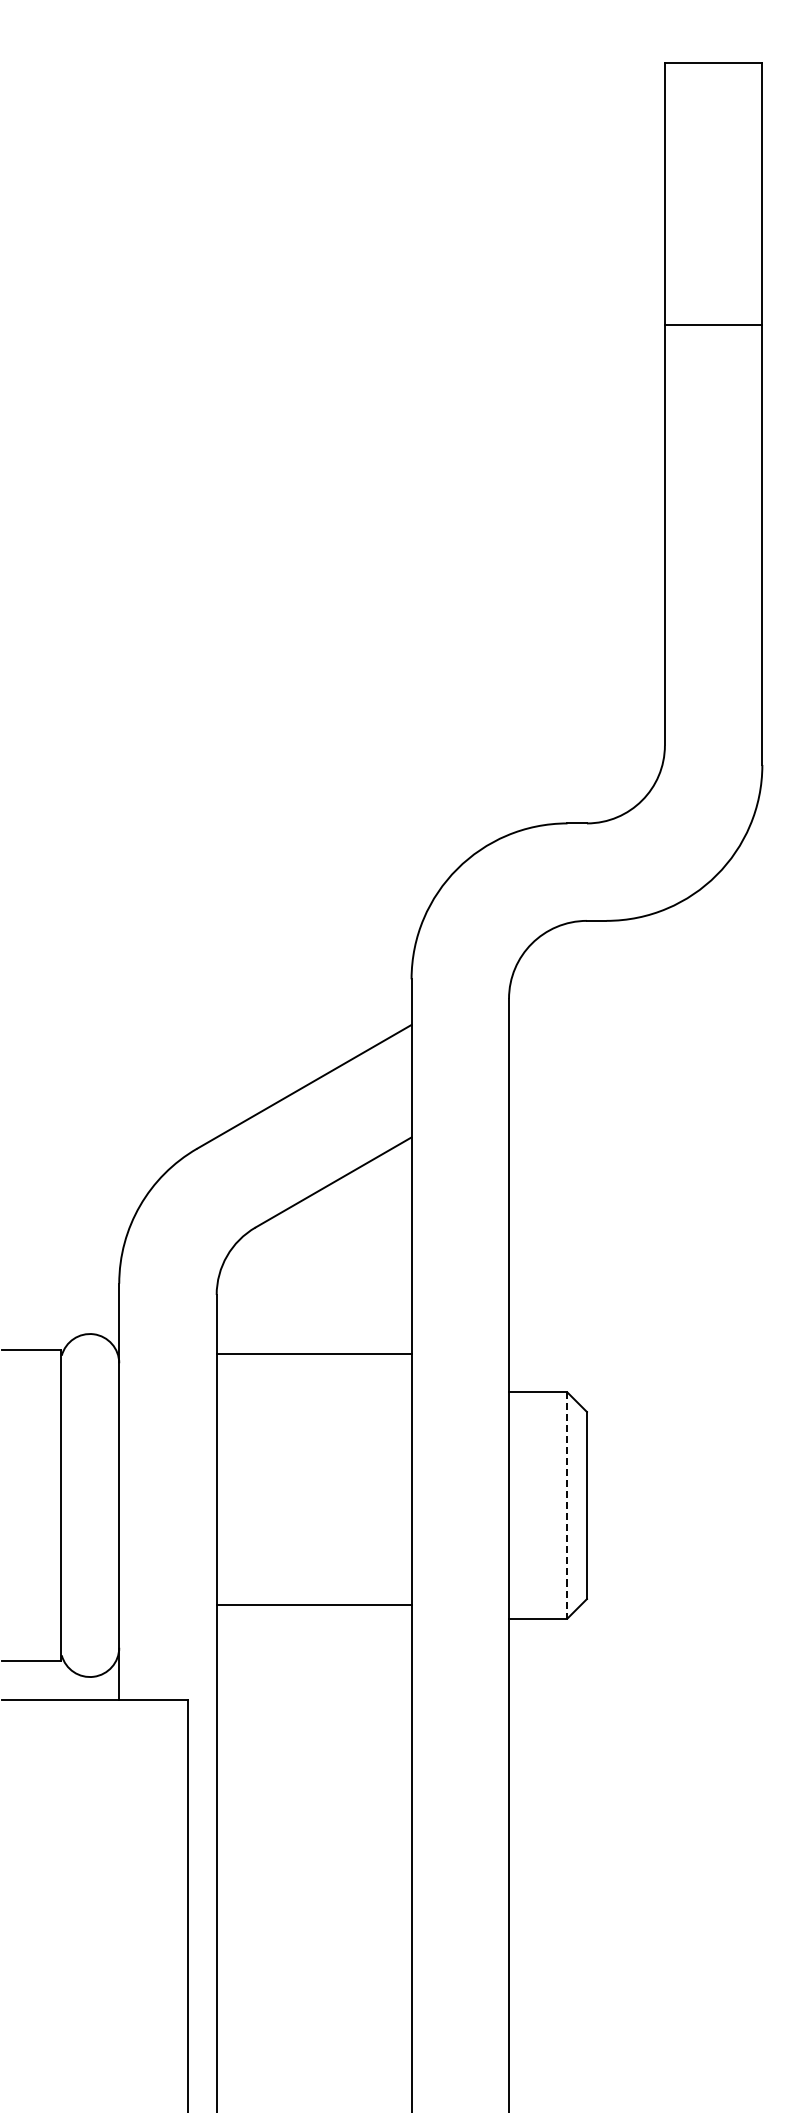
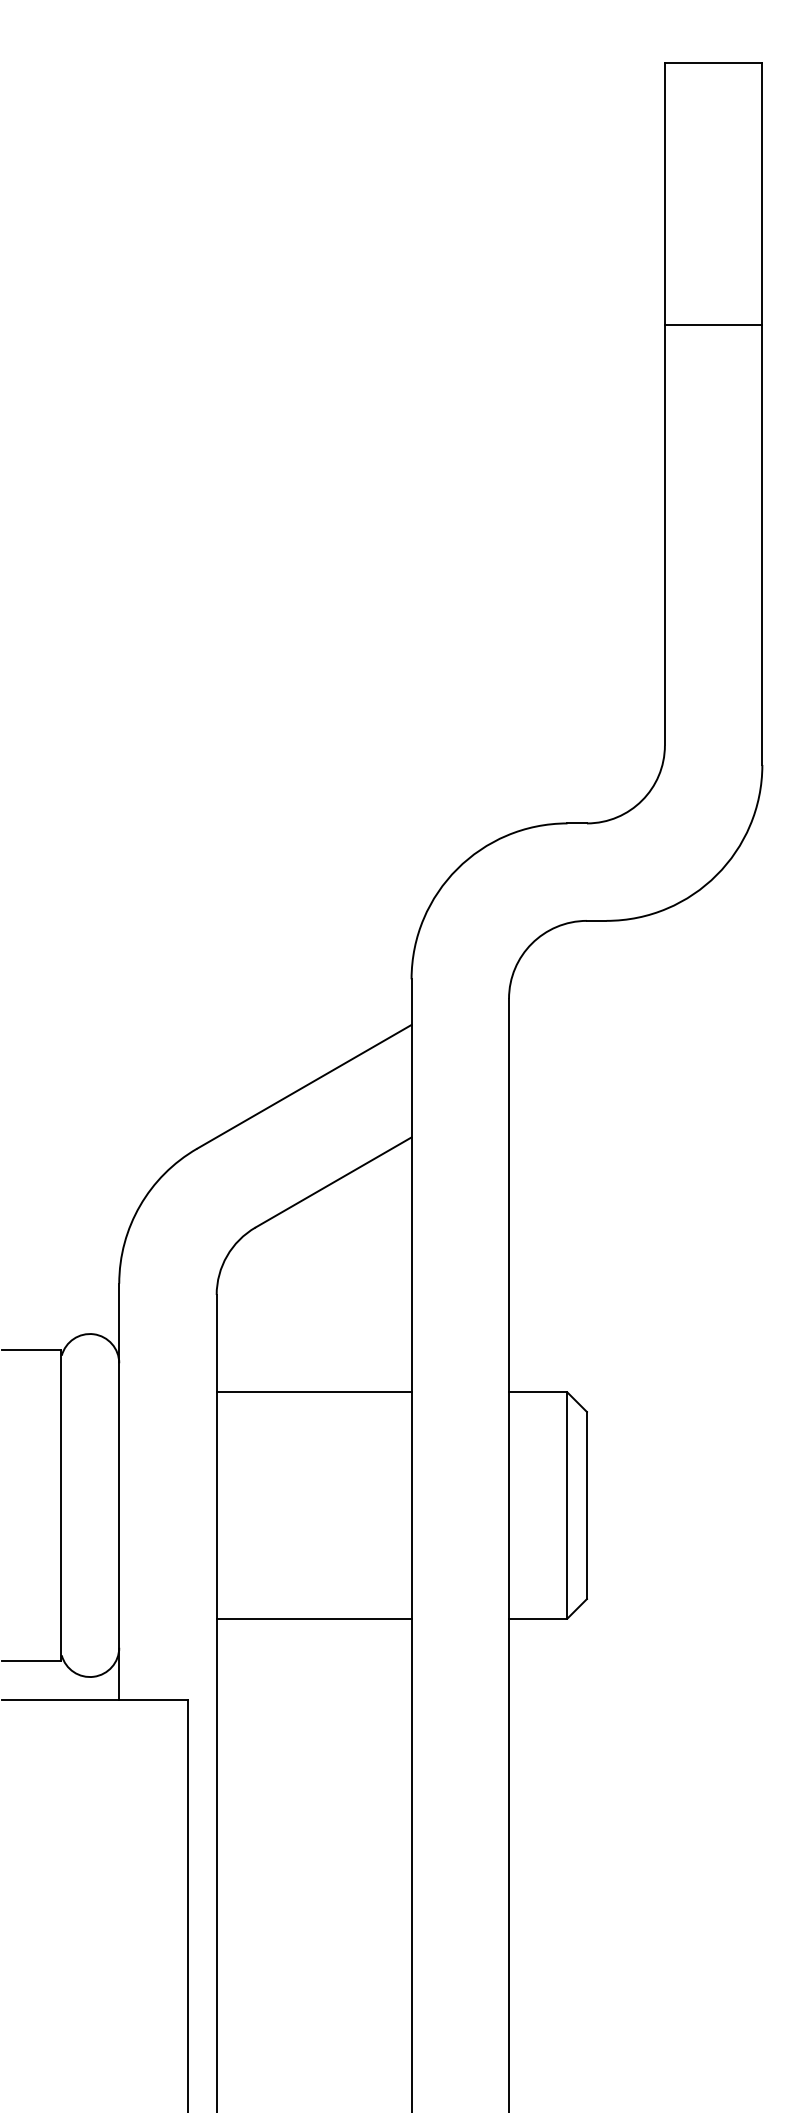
line at (313, 1354) position: (313, 1354) -> (313, 1392)
line at (567, 1506): dashed -> solid
line at (313, 1604) position: (313, 1604) -> (313, 1618)
